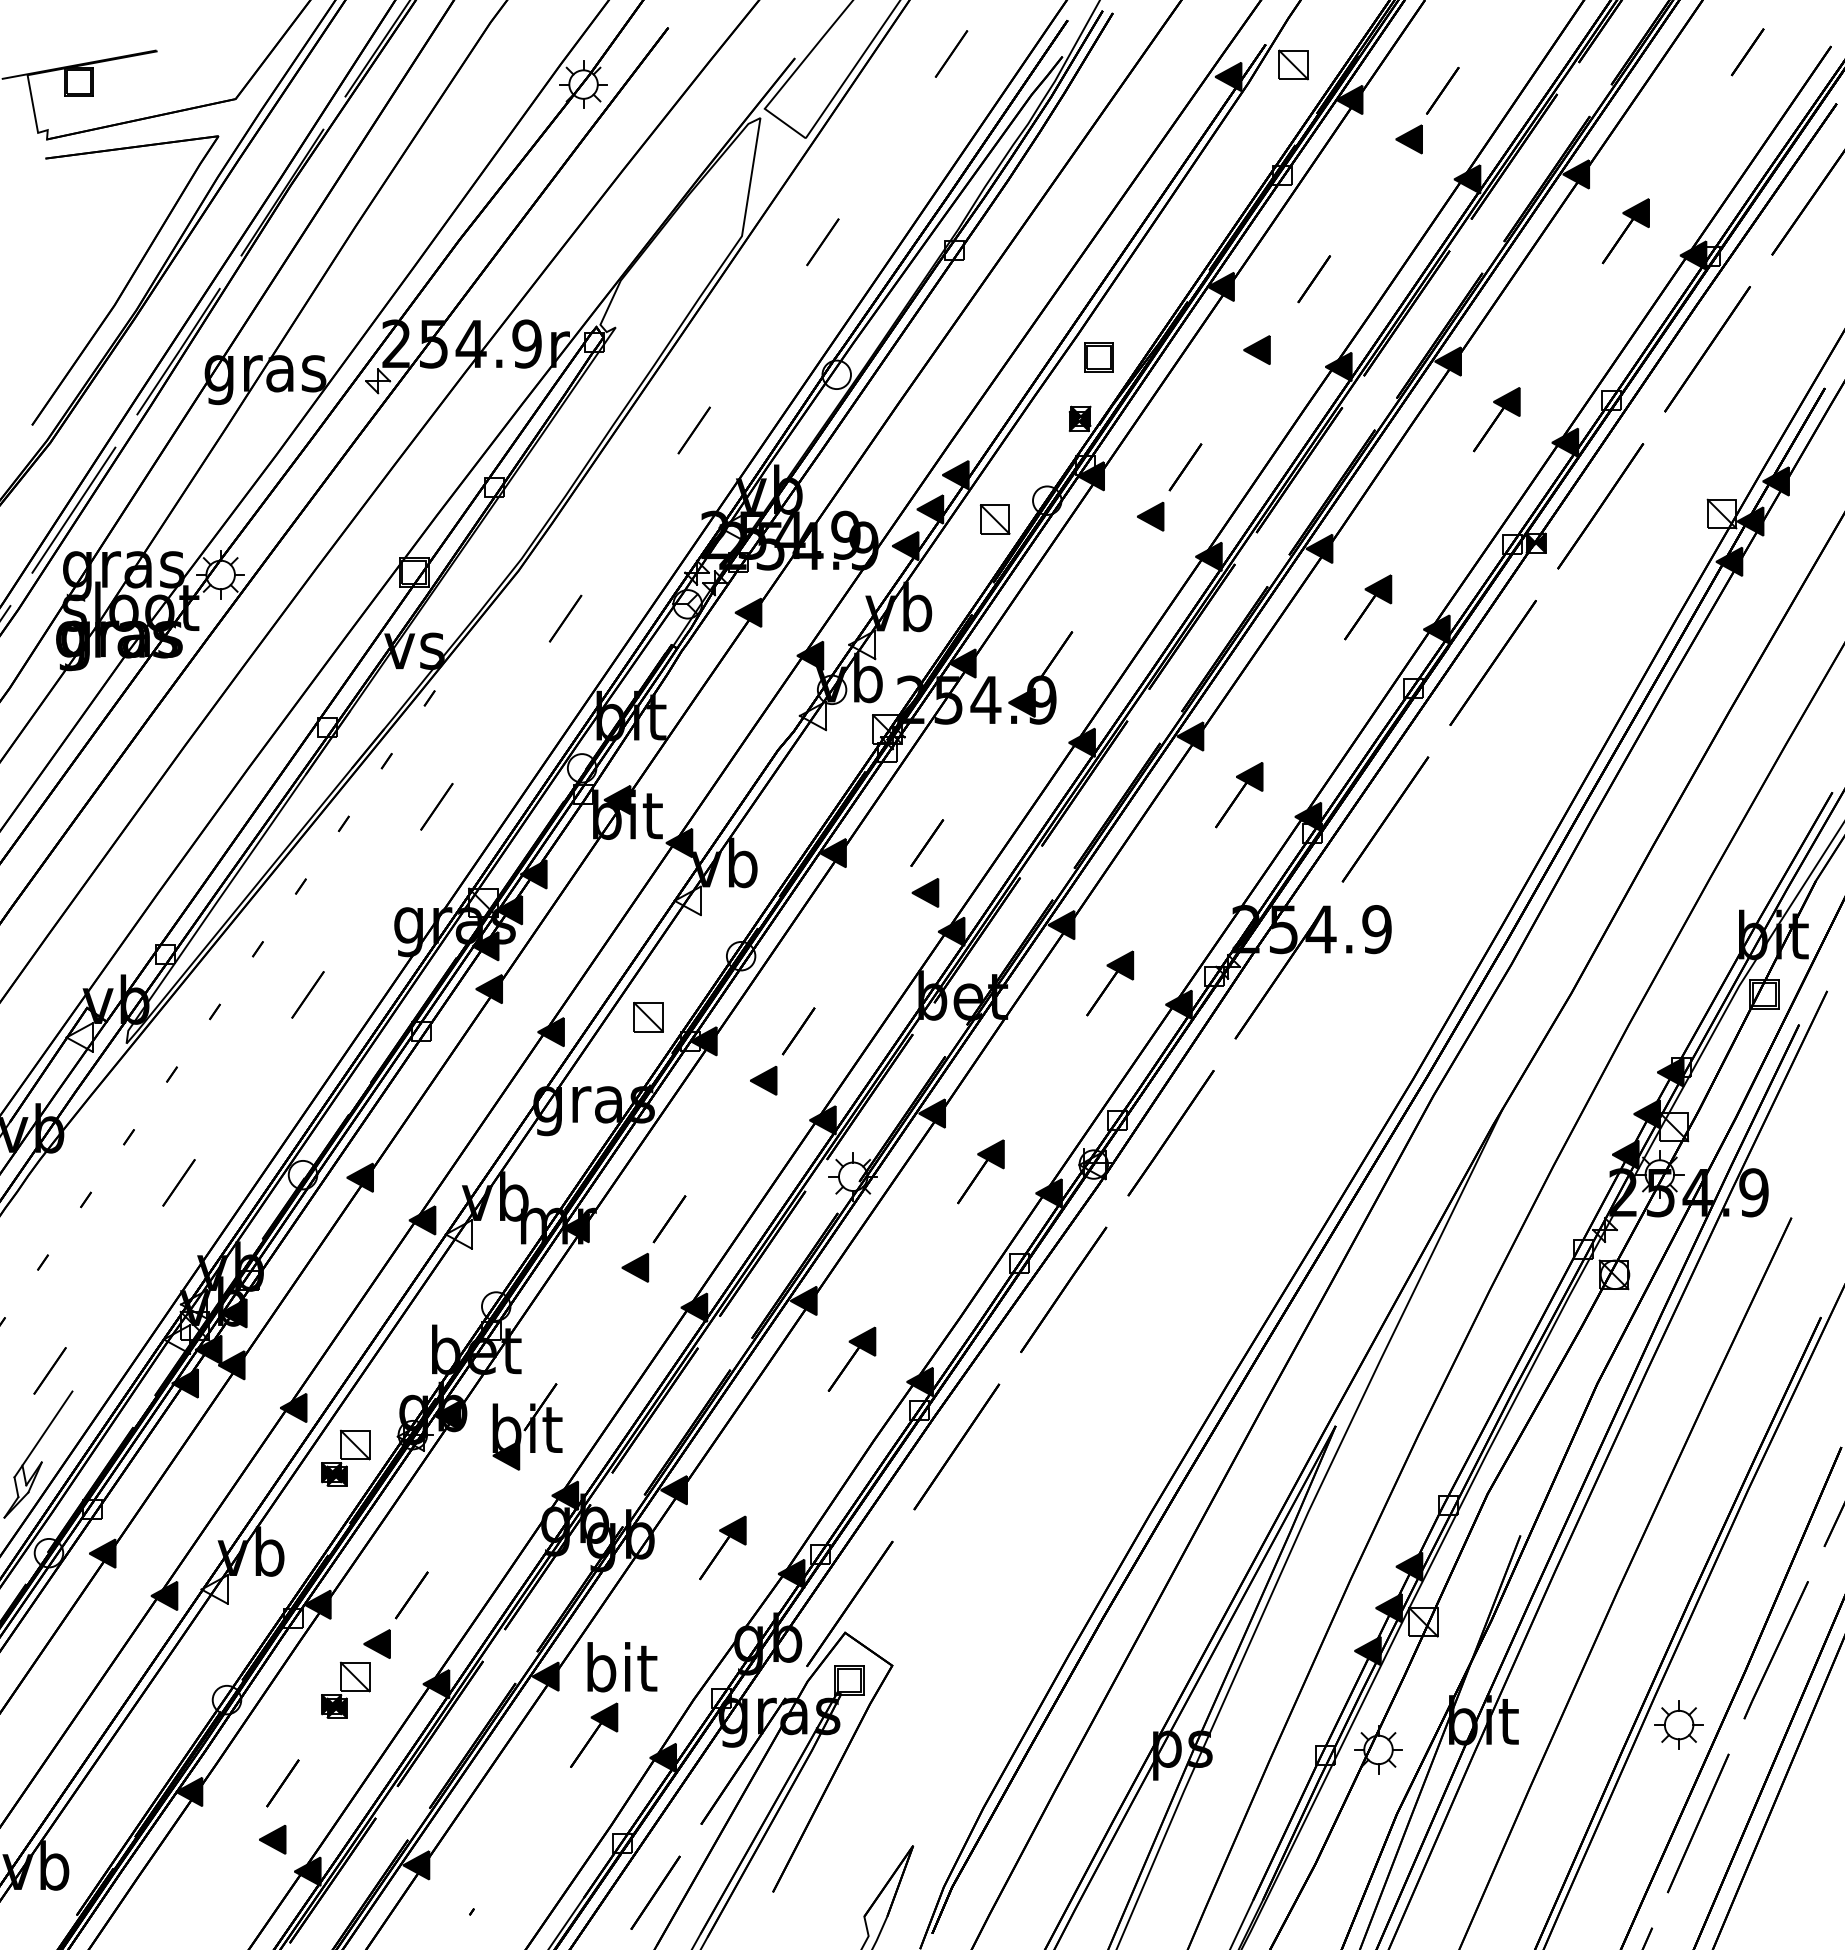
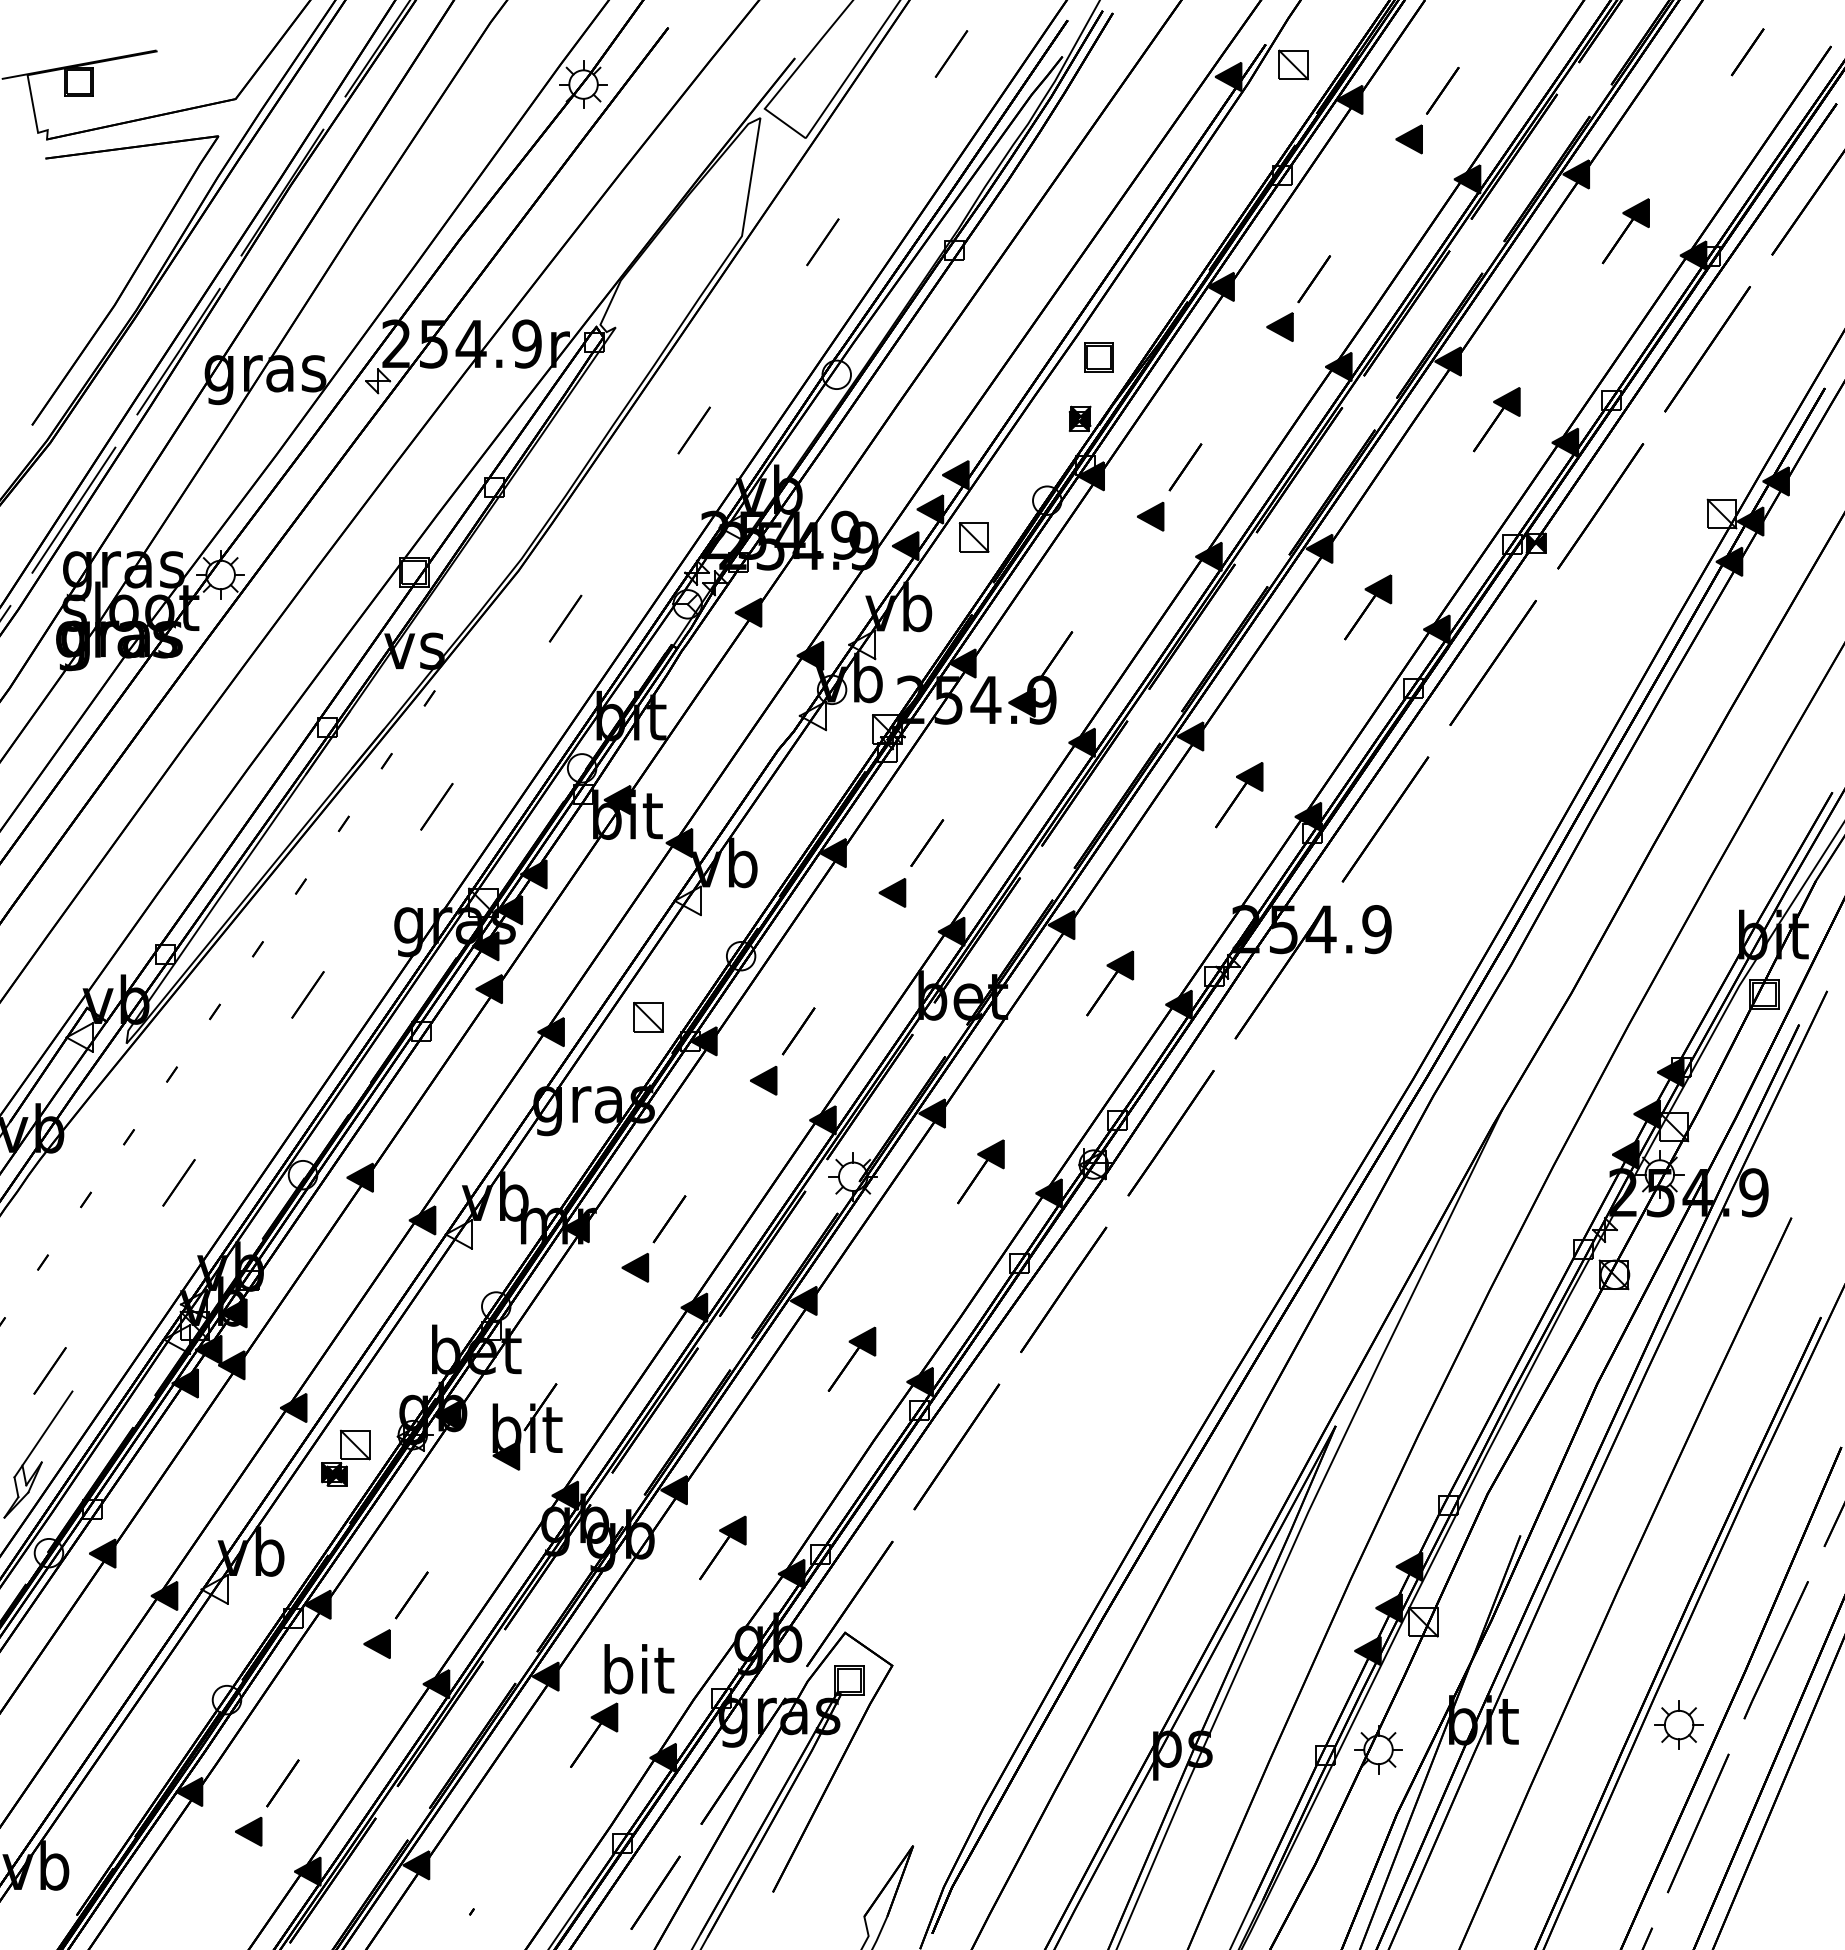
part at (1256, 349) position: (1256, 349) -> (1279, 326)
part at (994, 519) position: (994, 519) -> (973, 537)
part at (925, 892) position: (925, 892) -> (892, 892)
text at (622, 1667) position: (622, 1667) -> (639, 1669)
part at (345, 1689): present -> none
part at (272, 1839) position: (272, 1839) -> (248, 1831)
